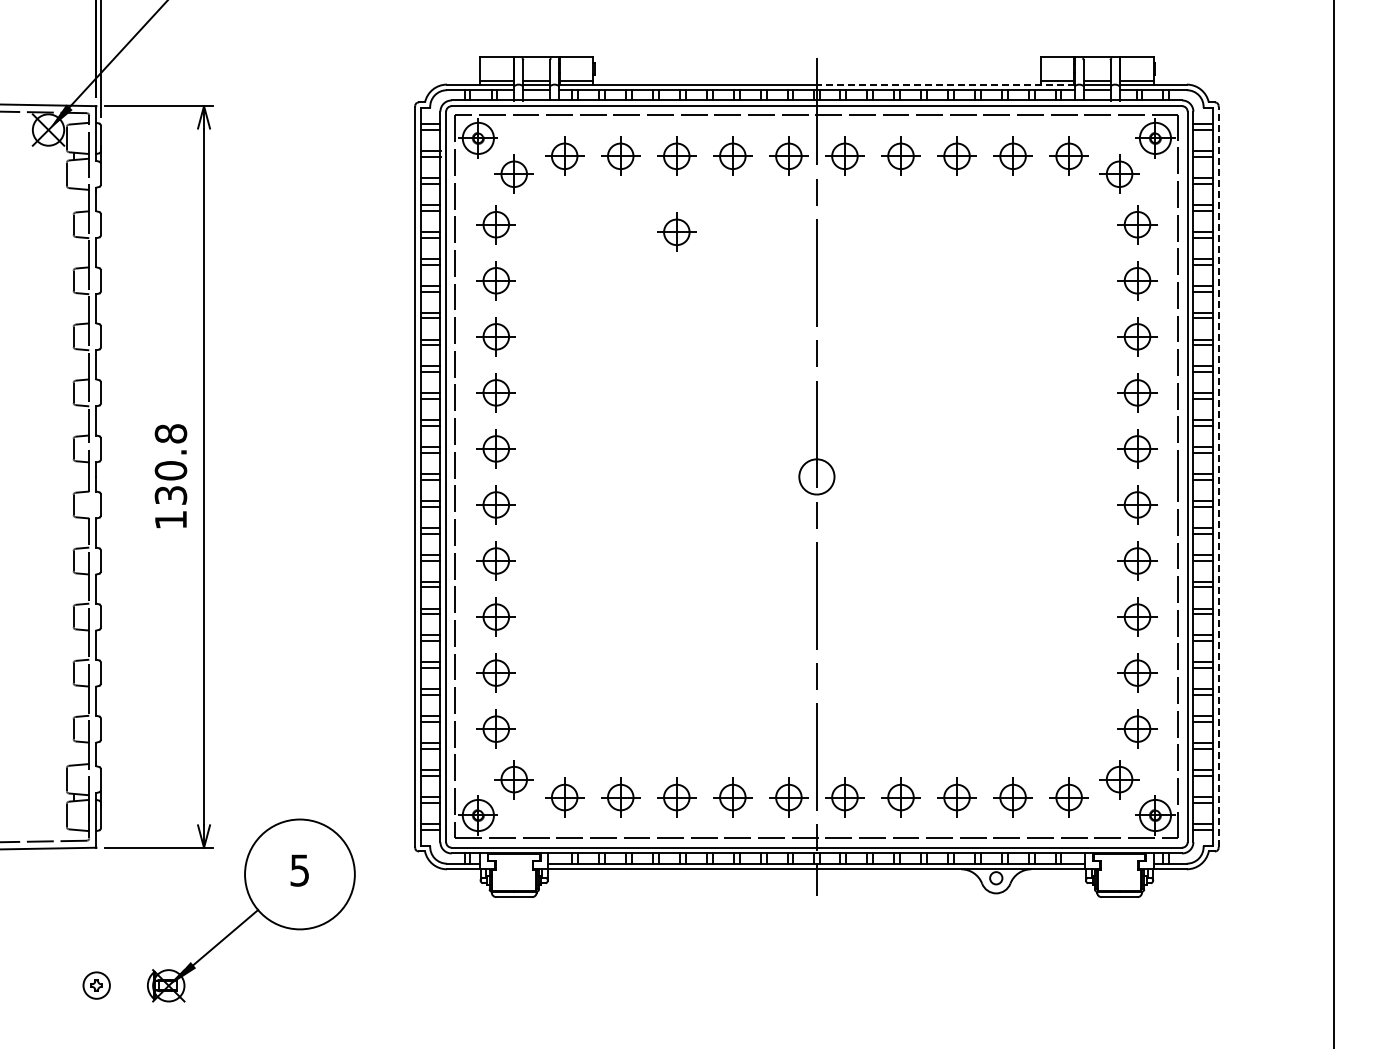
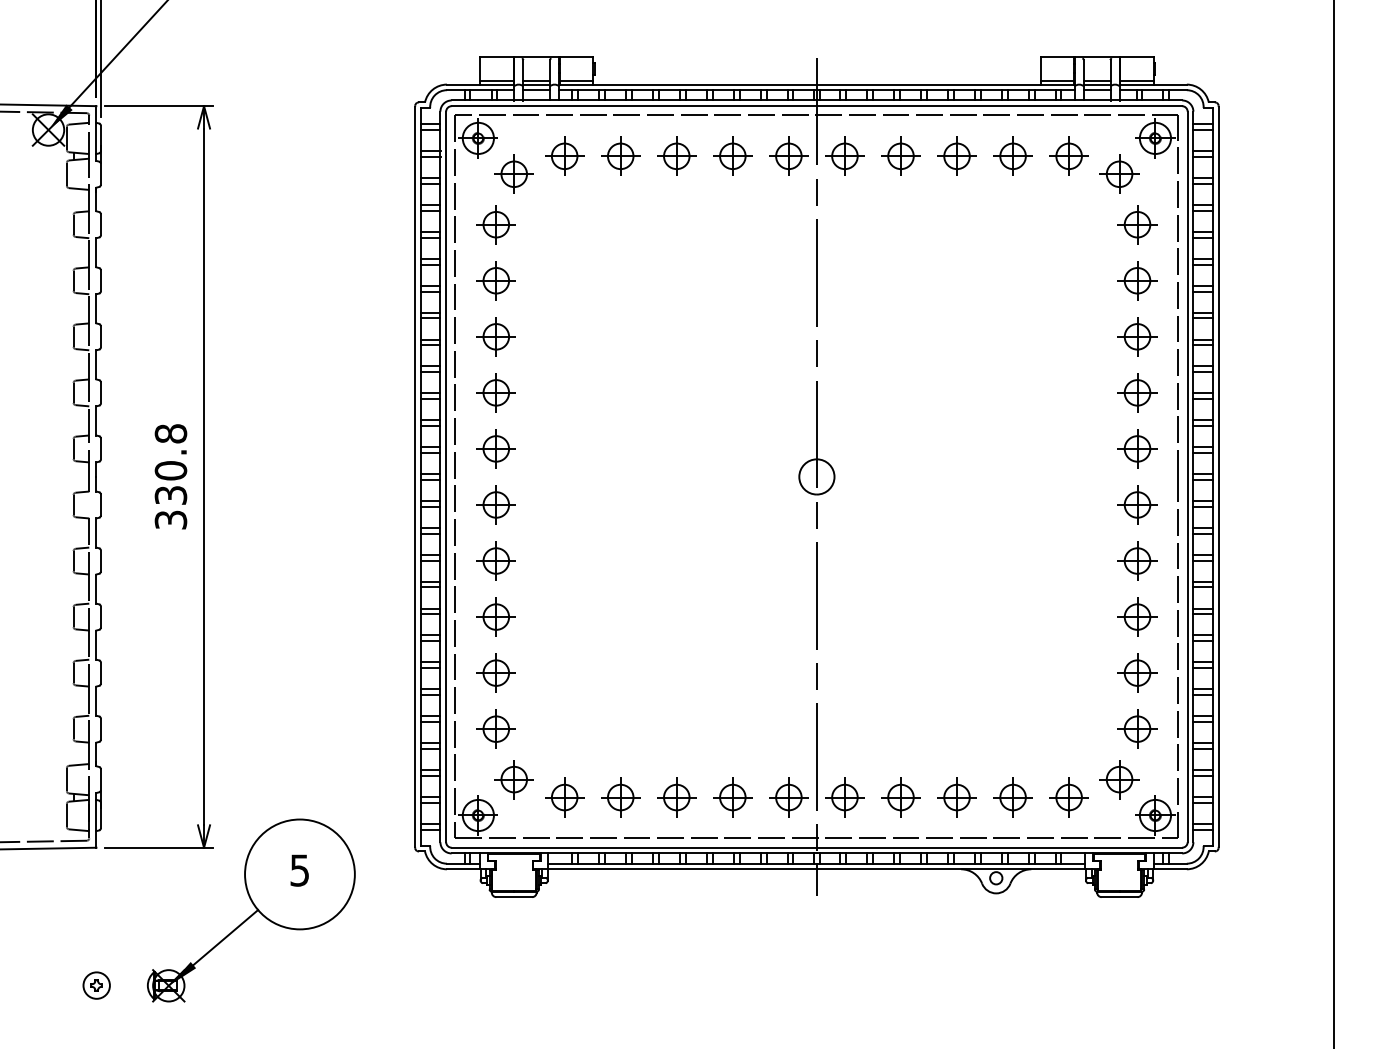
line at (945, 84): dashed -> solid
part at (676, 231): present -> none
line at (1218, 476): dashed -> solid
text at (170, 519): 130.8 -> 330.8
